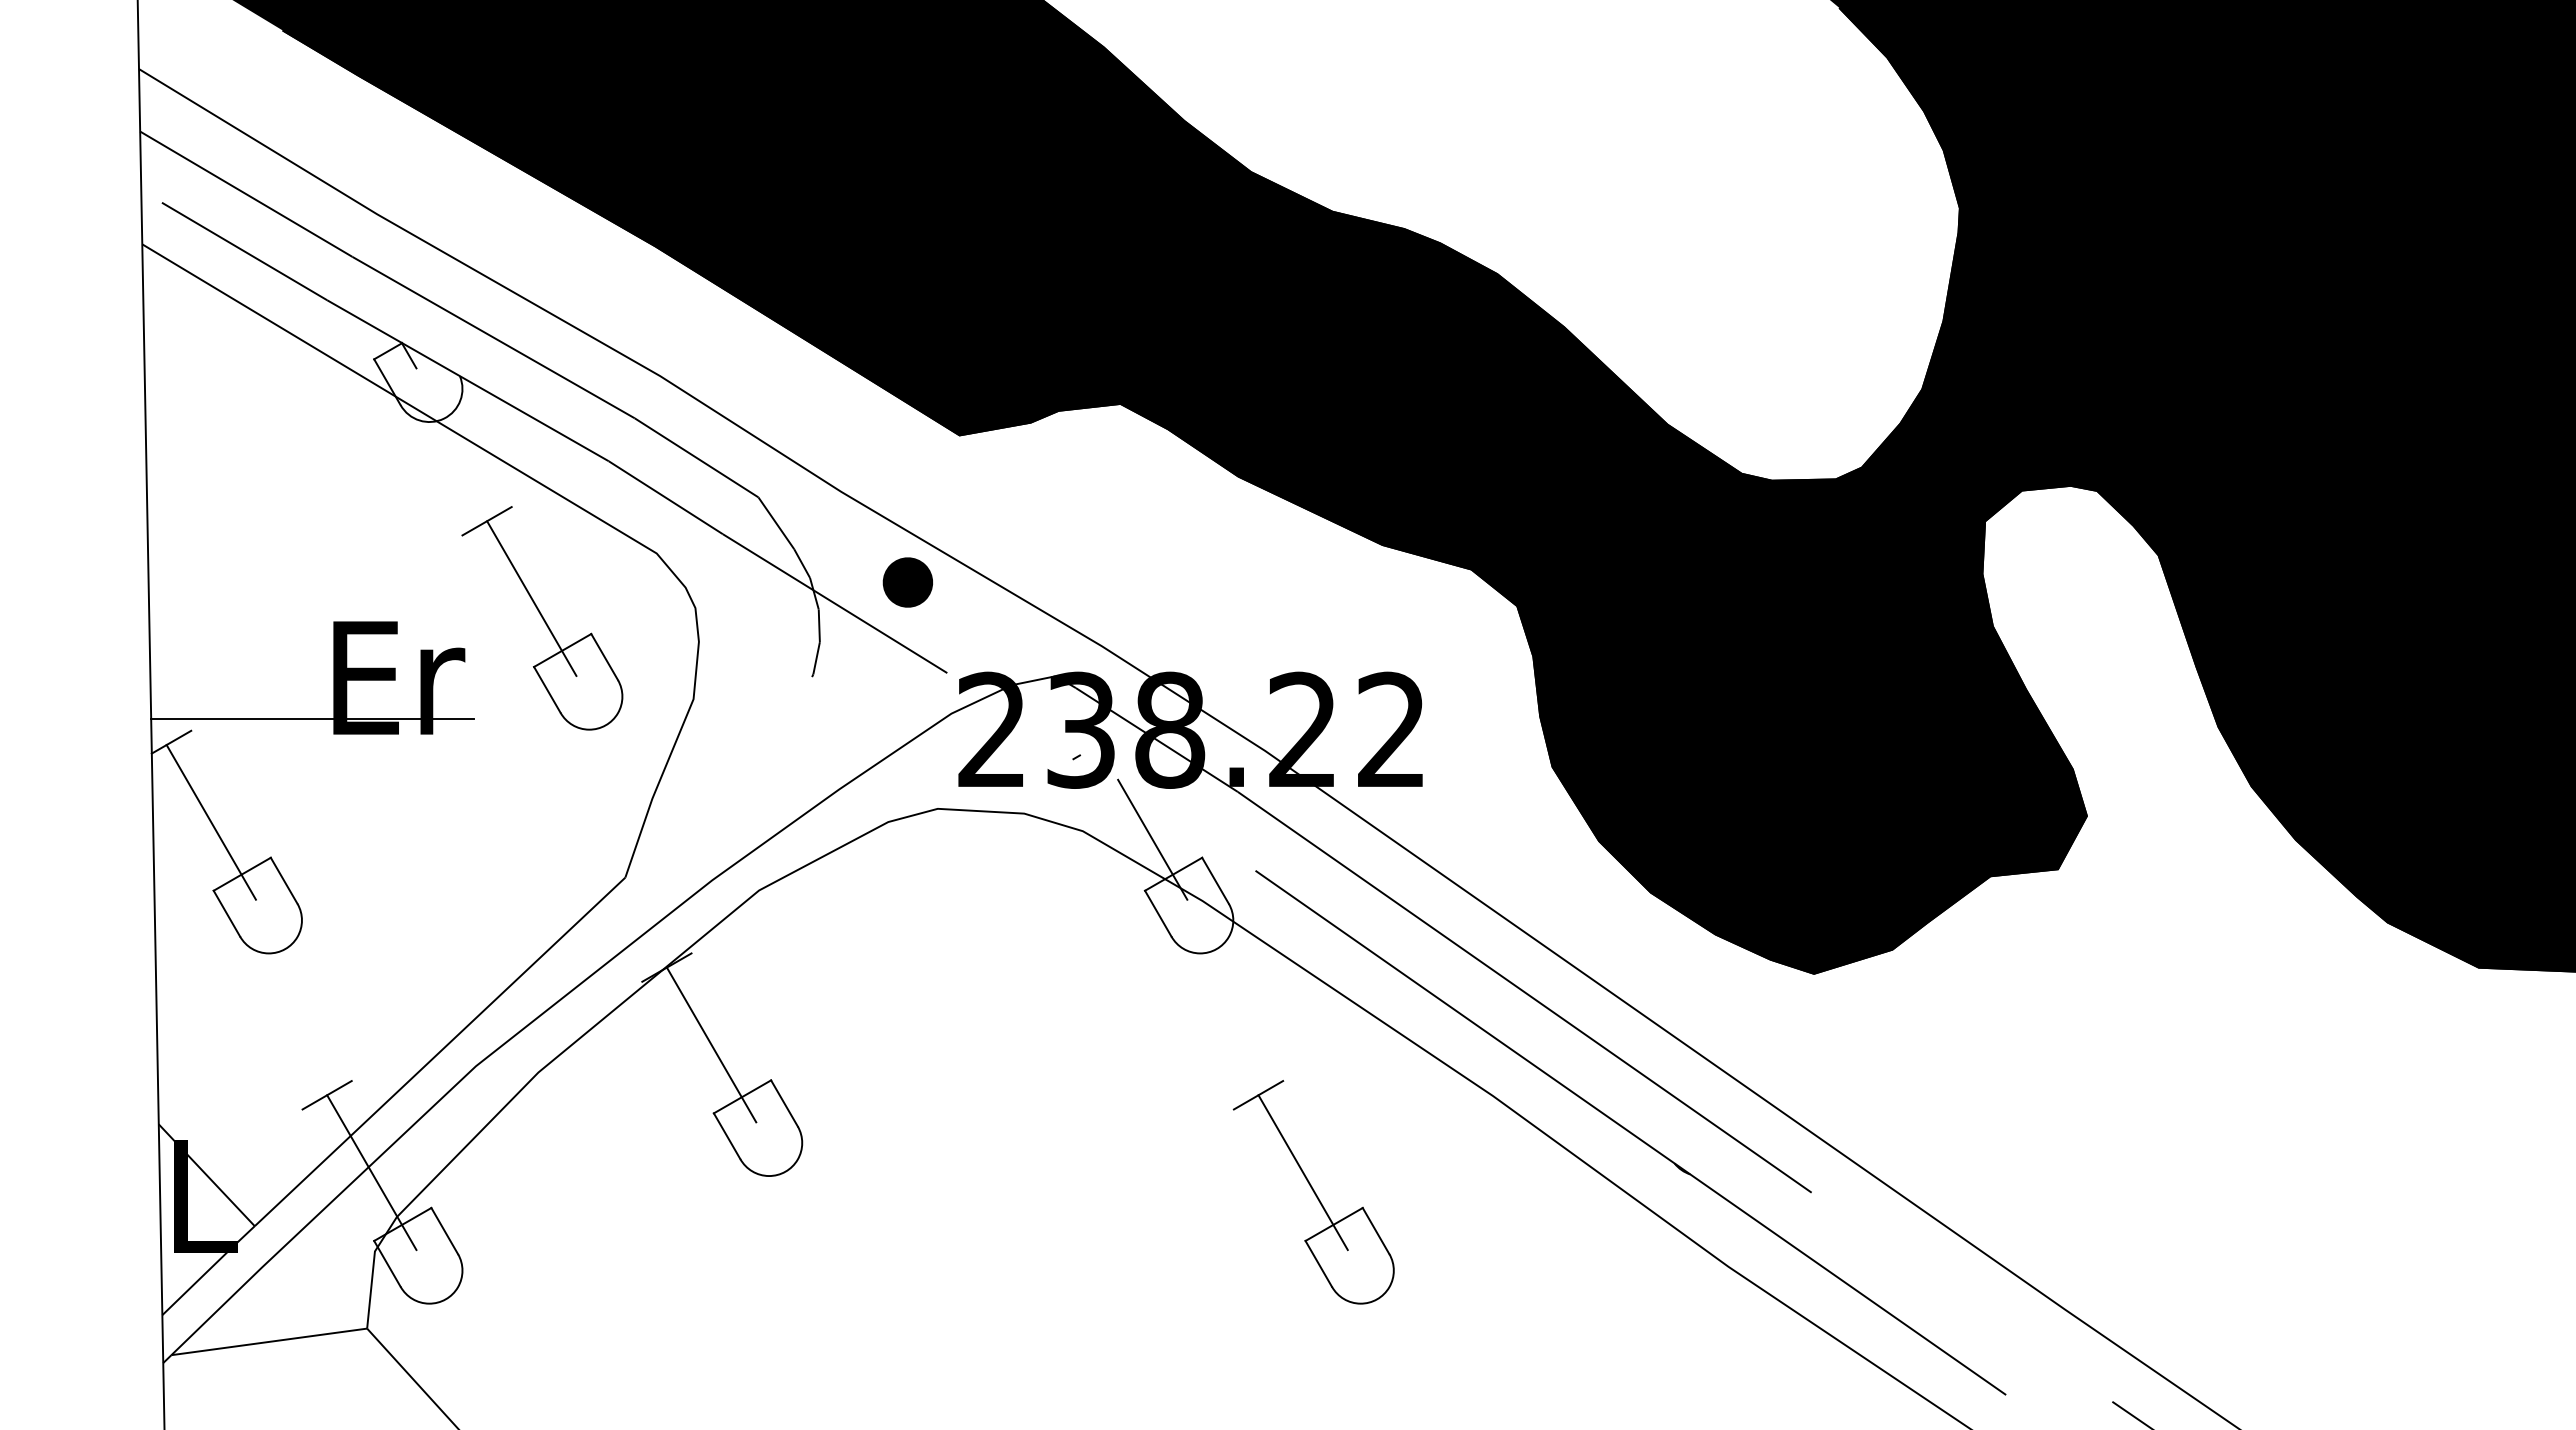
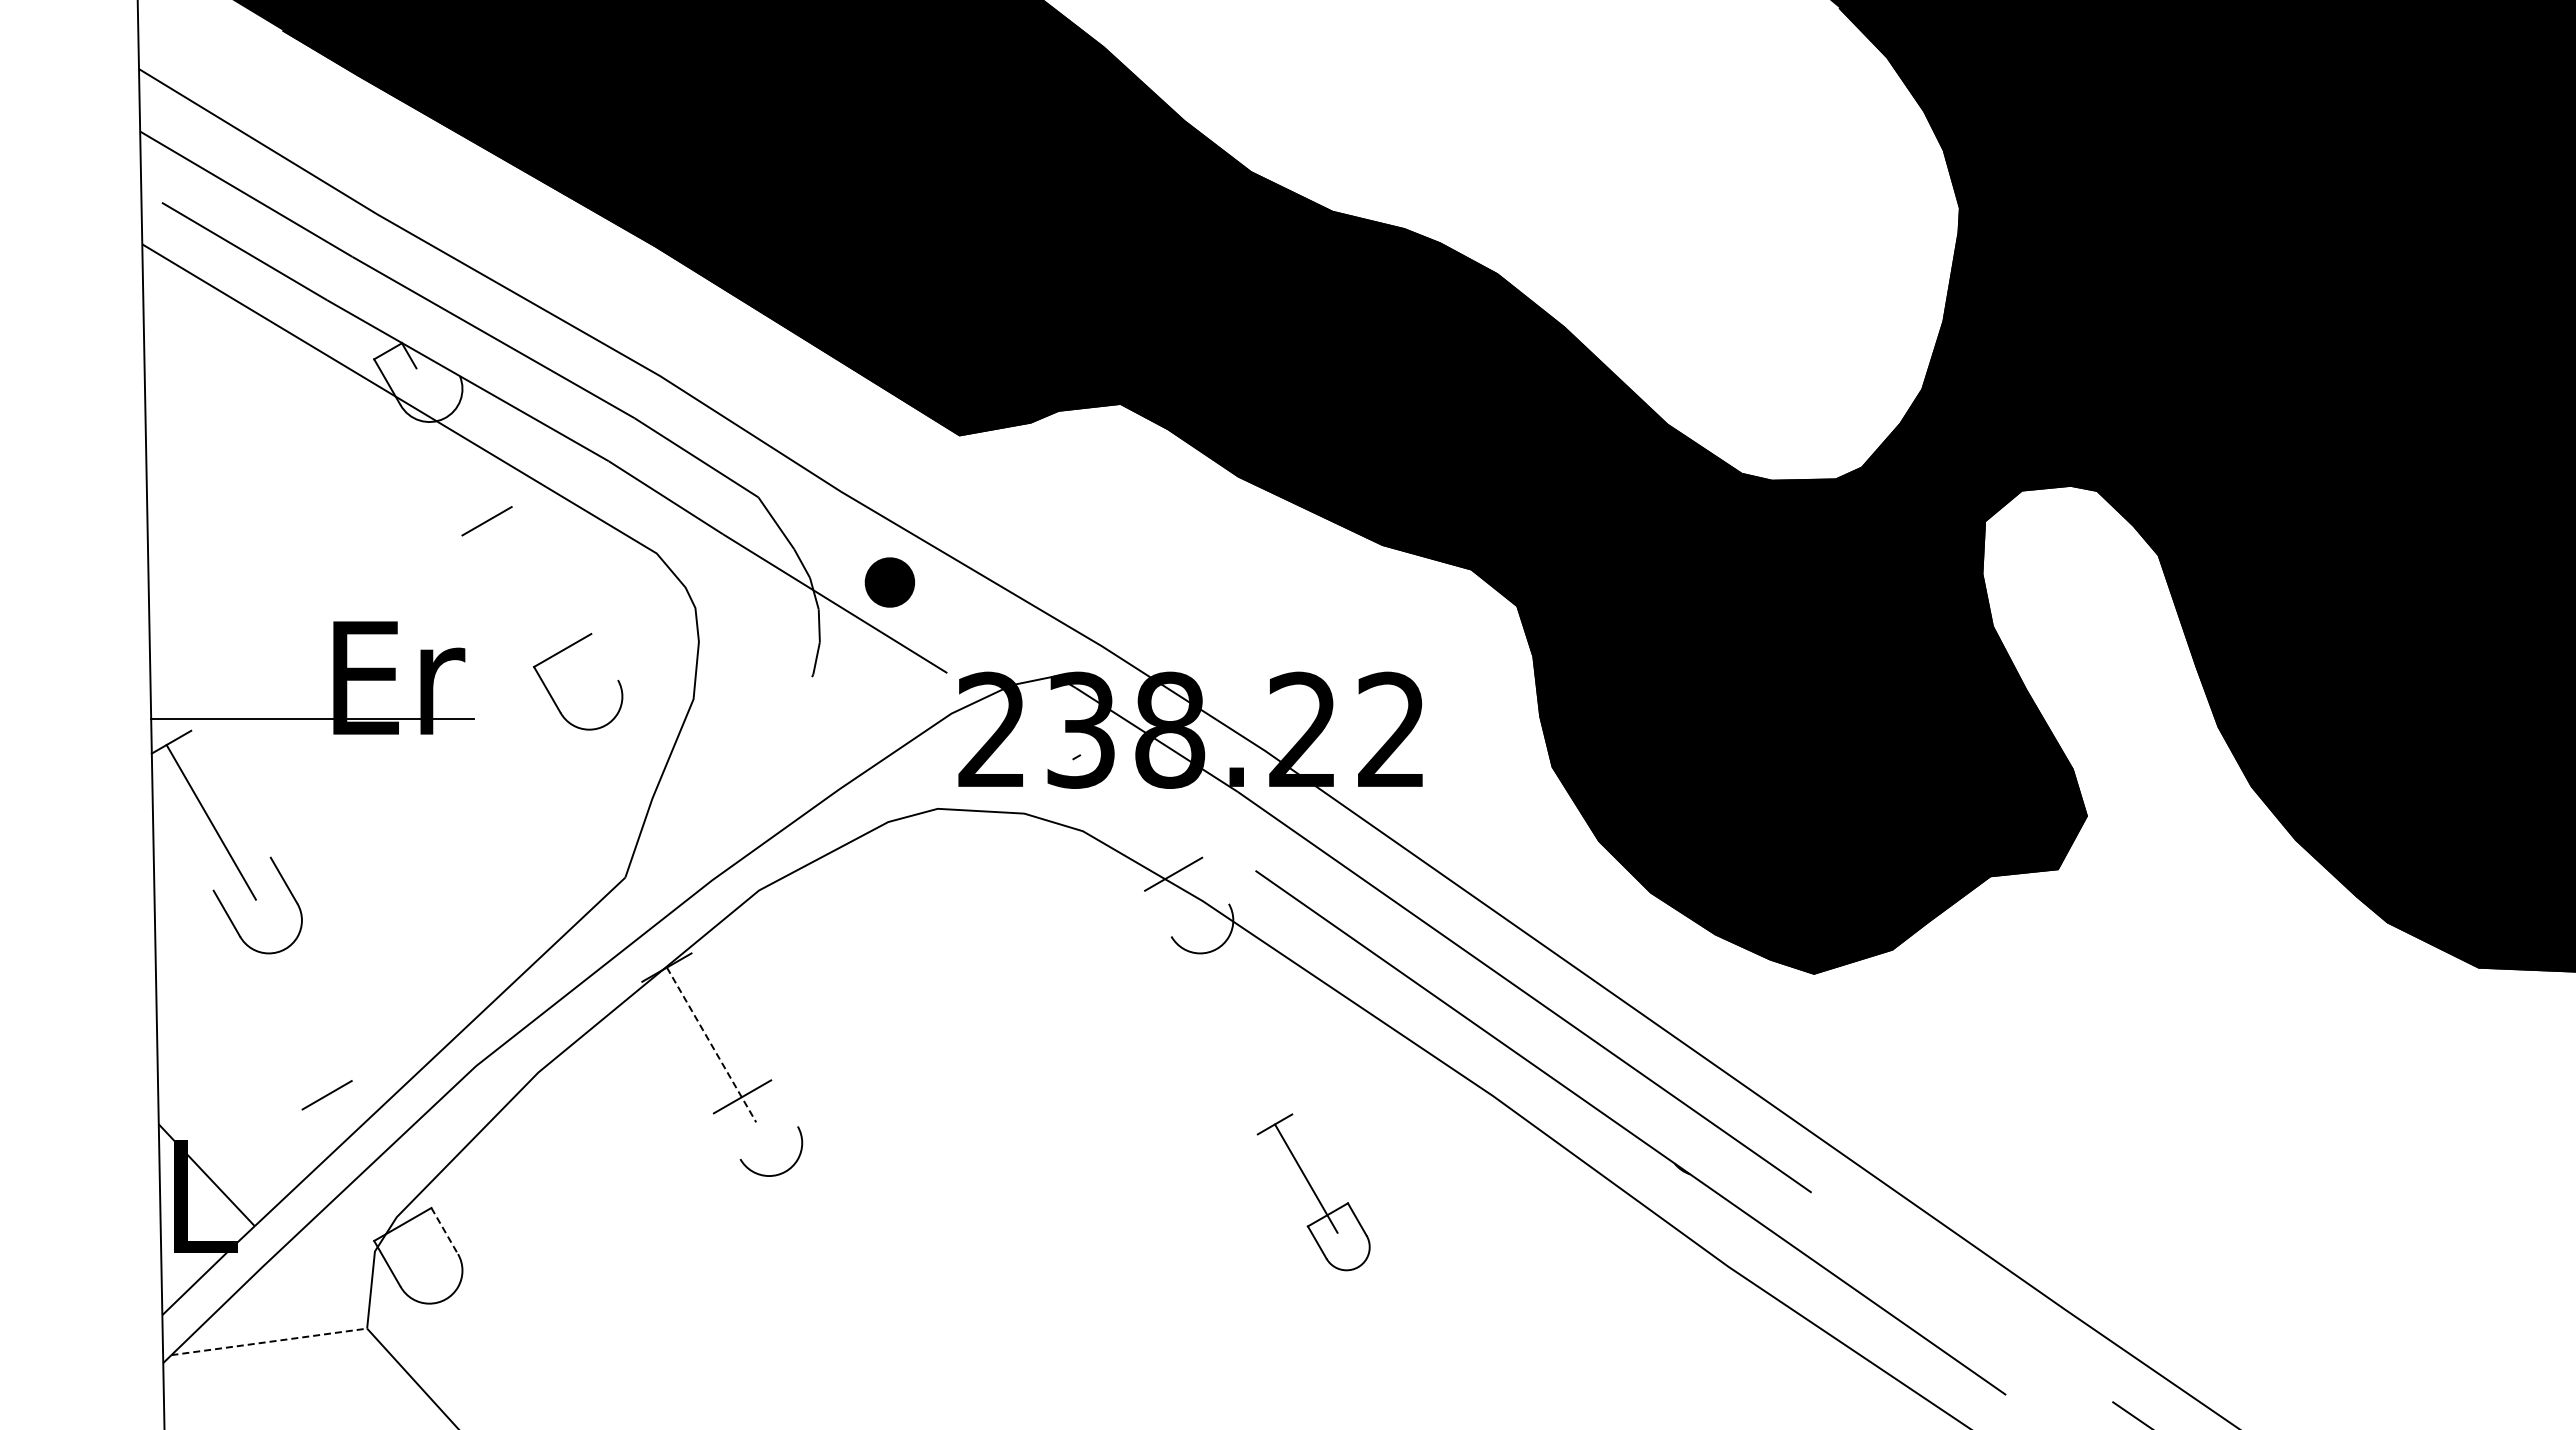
part at (907, 582) position: (907, 582) -> (889, 582)
line at (531, 598): present -> none
line at (604, 657): present -> none
line at (1152, 839): present -> none
line at (241, 873): present -> none
line at (1215, 880): present -> none
line at (1158, 913): present -> none
line at (711, 1045): solid -> dashed
line at (784, 1103): present -> none
line at (726, 1136): present -> none
line at (371, 1172): present -> none
part at (1313, 1192) size: 163x225 px -> 115x159 px
line at (444, 1231): solid -> dashed
line at (269, 1341): solid -> dashed
